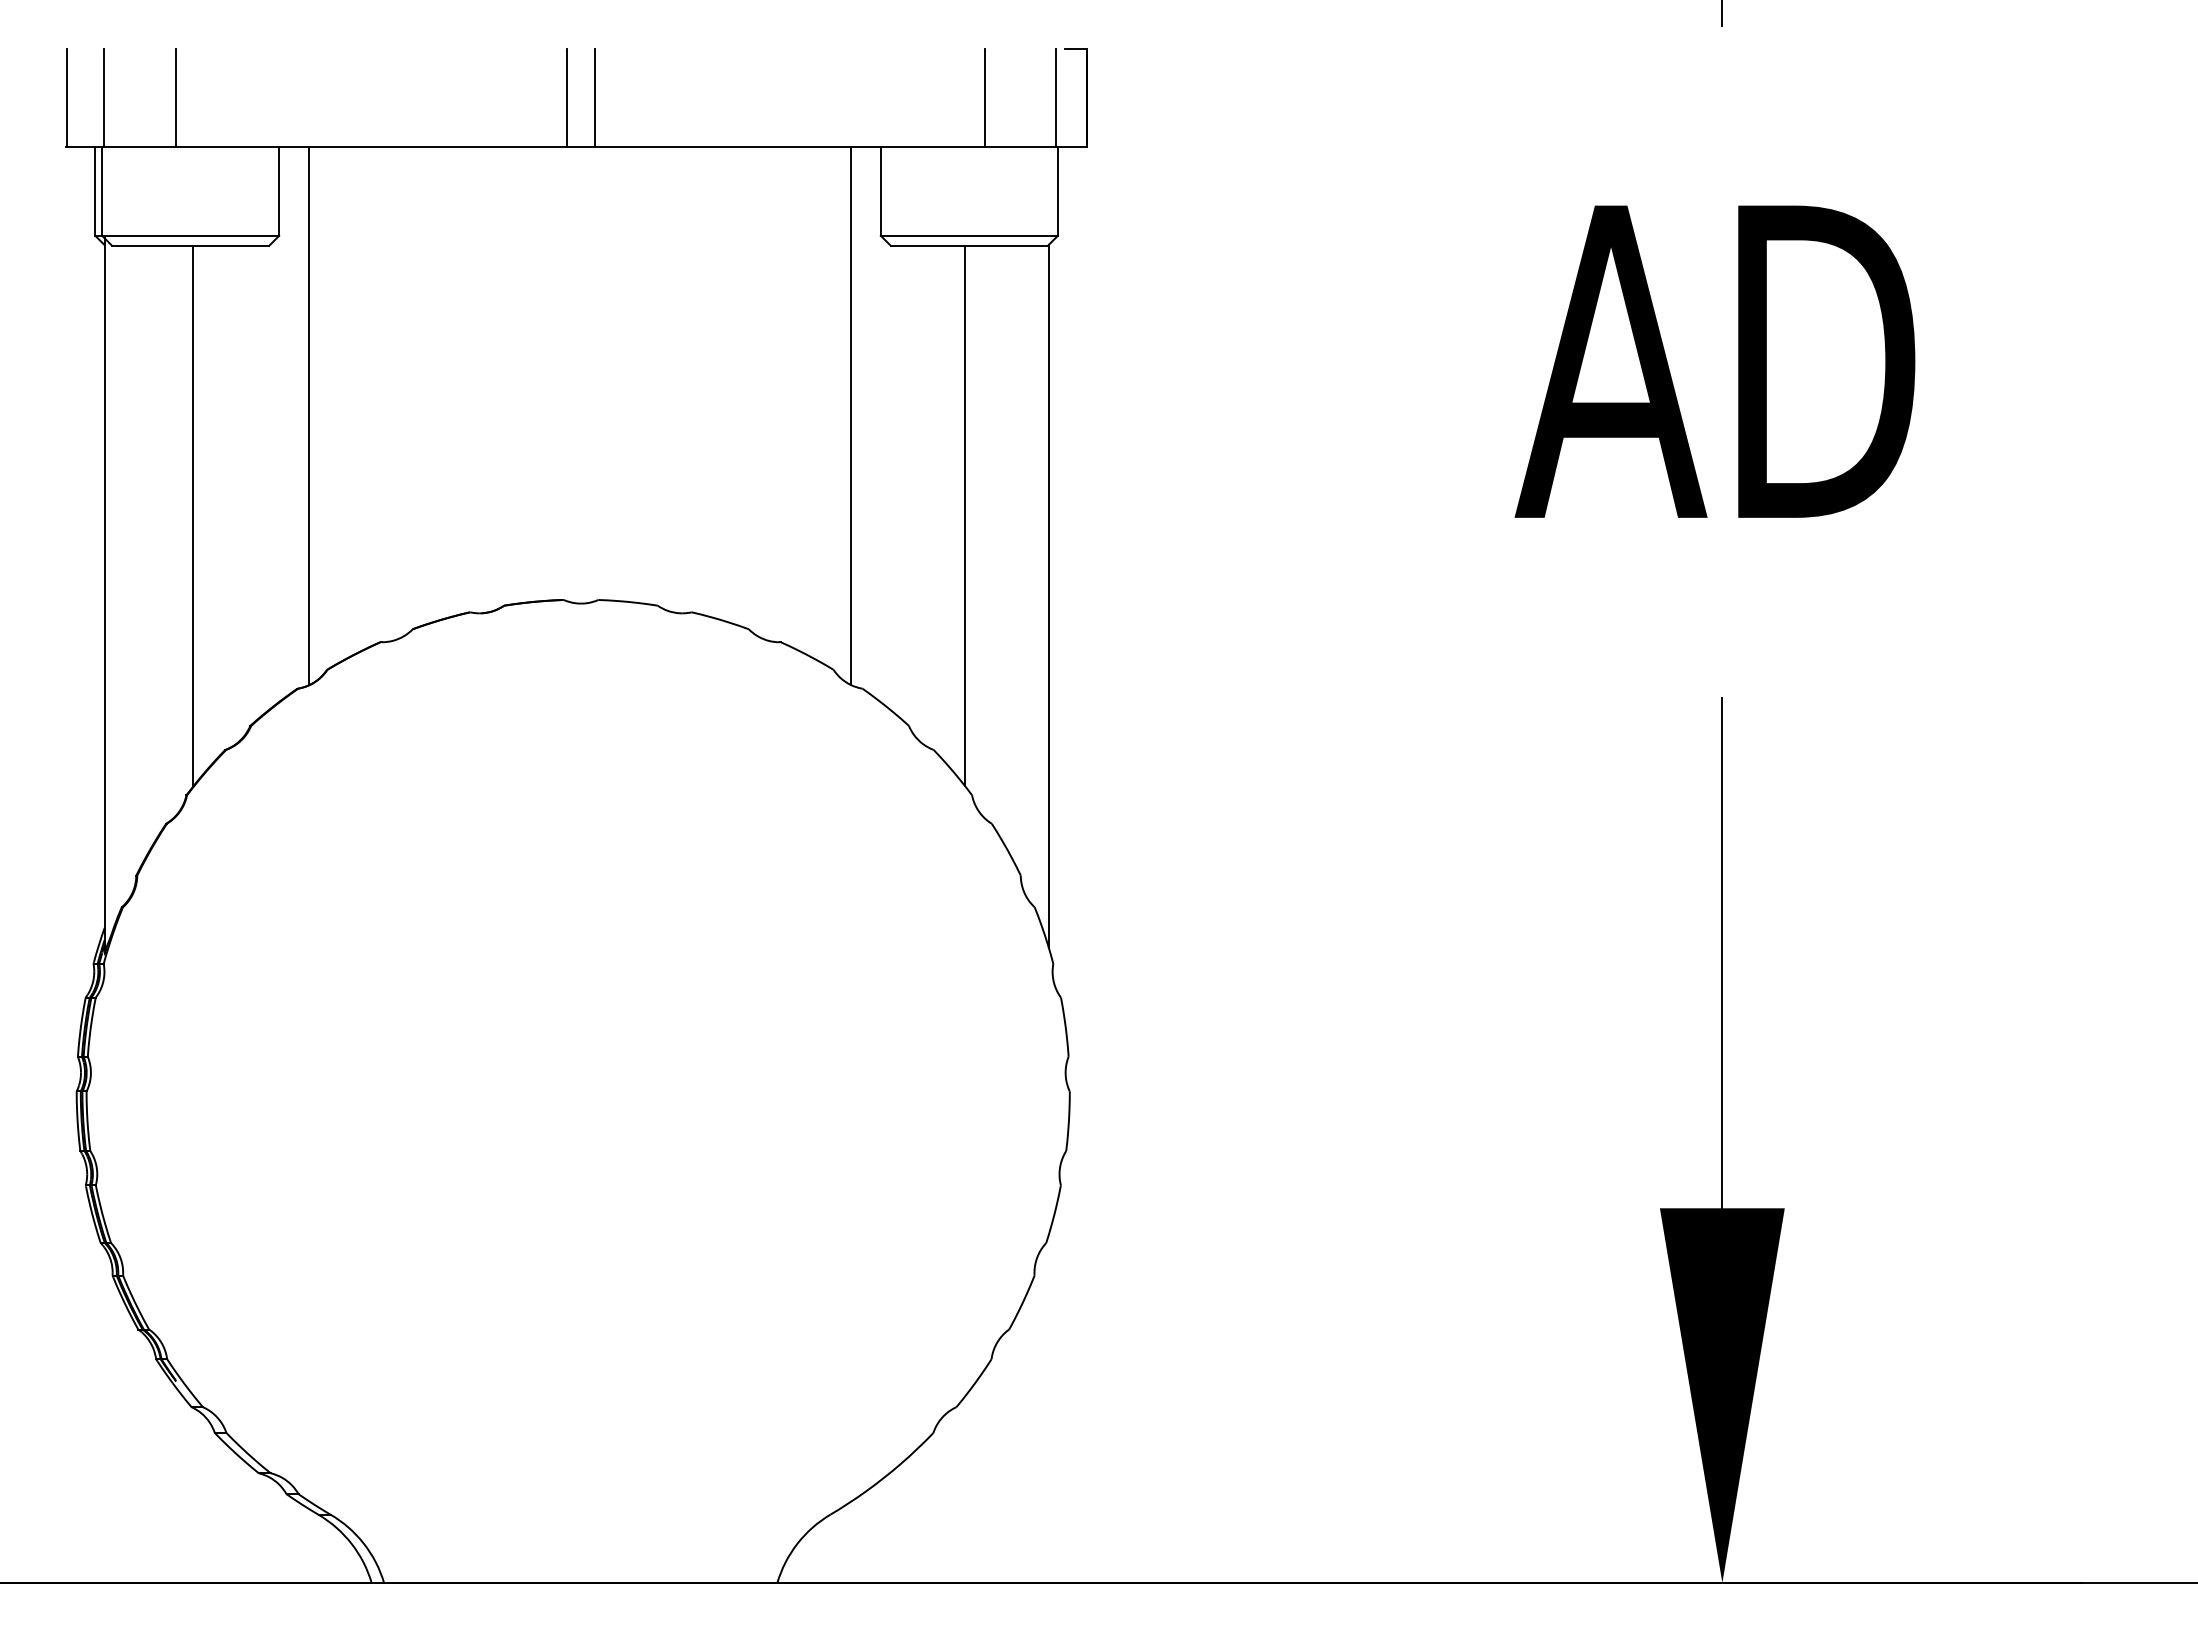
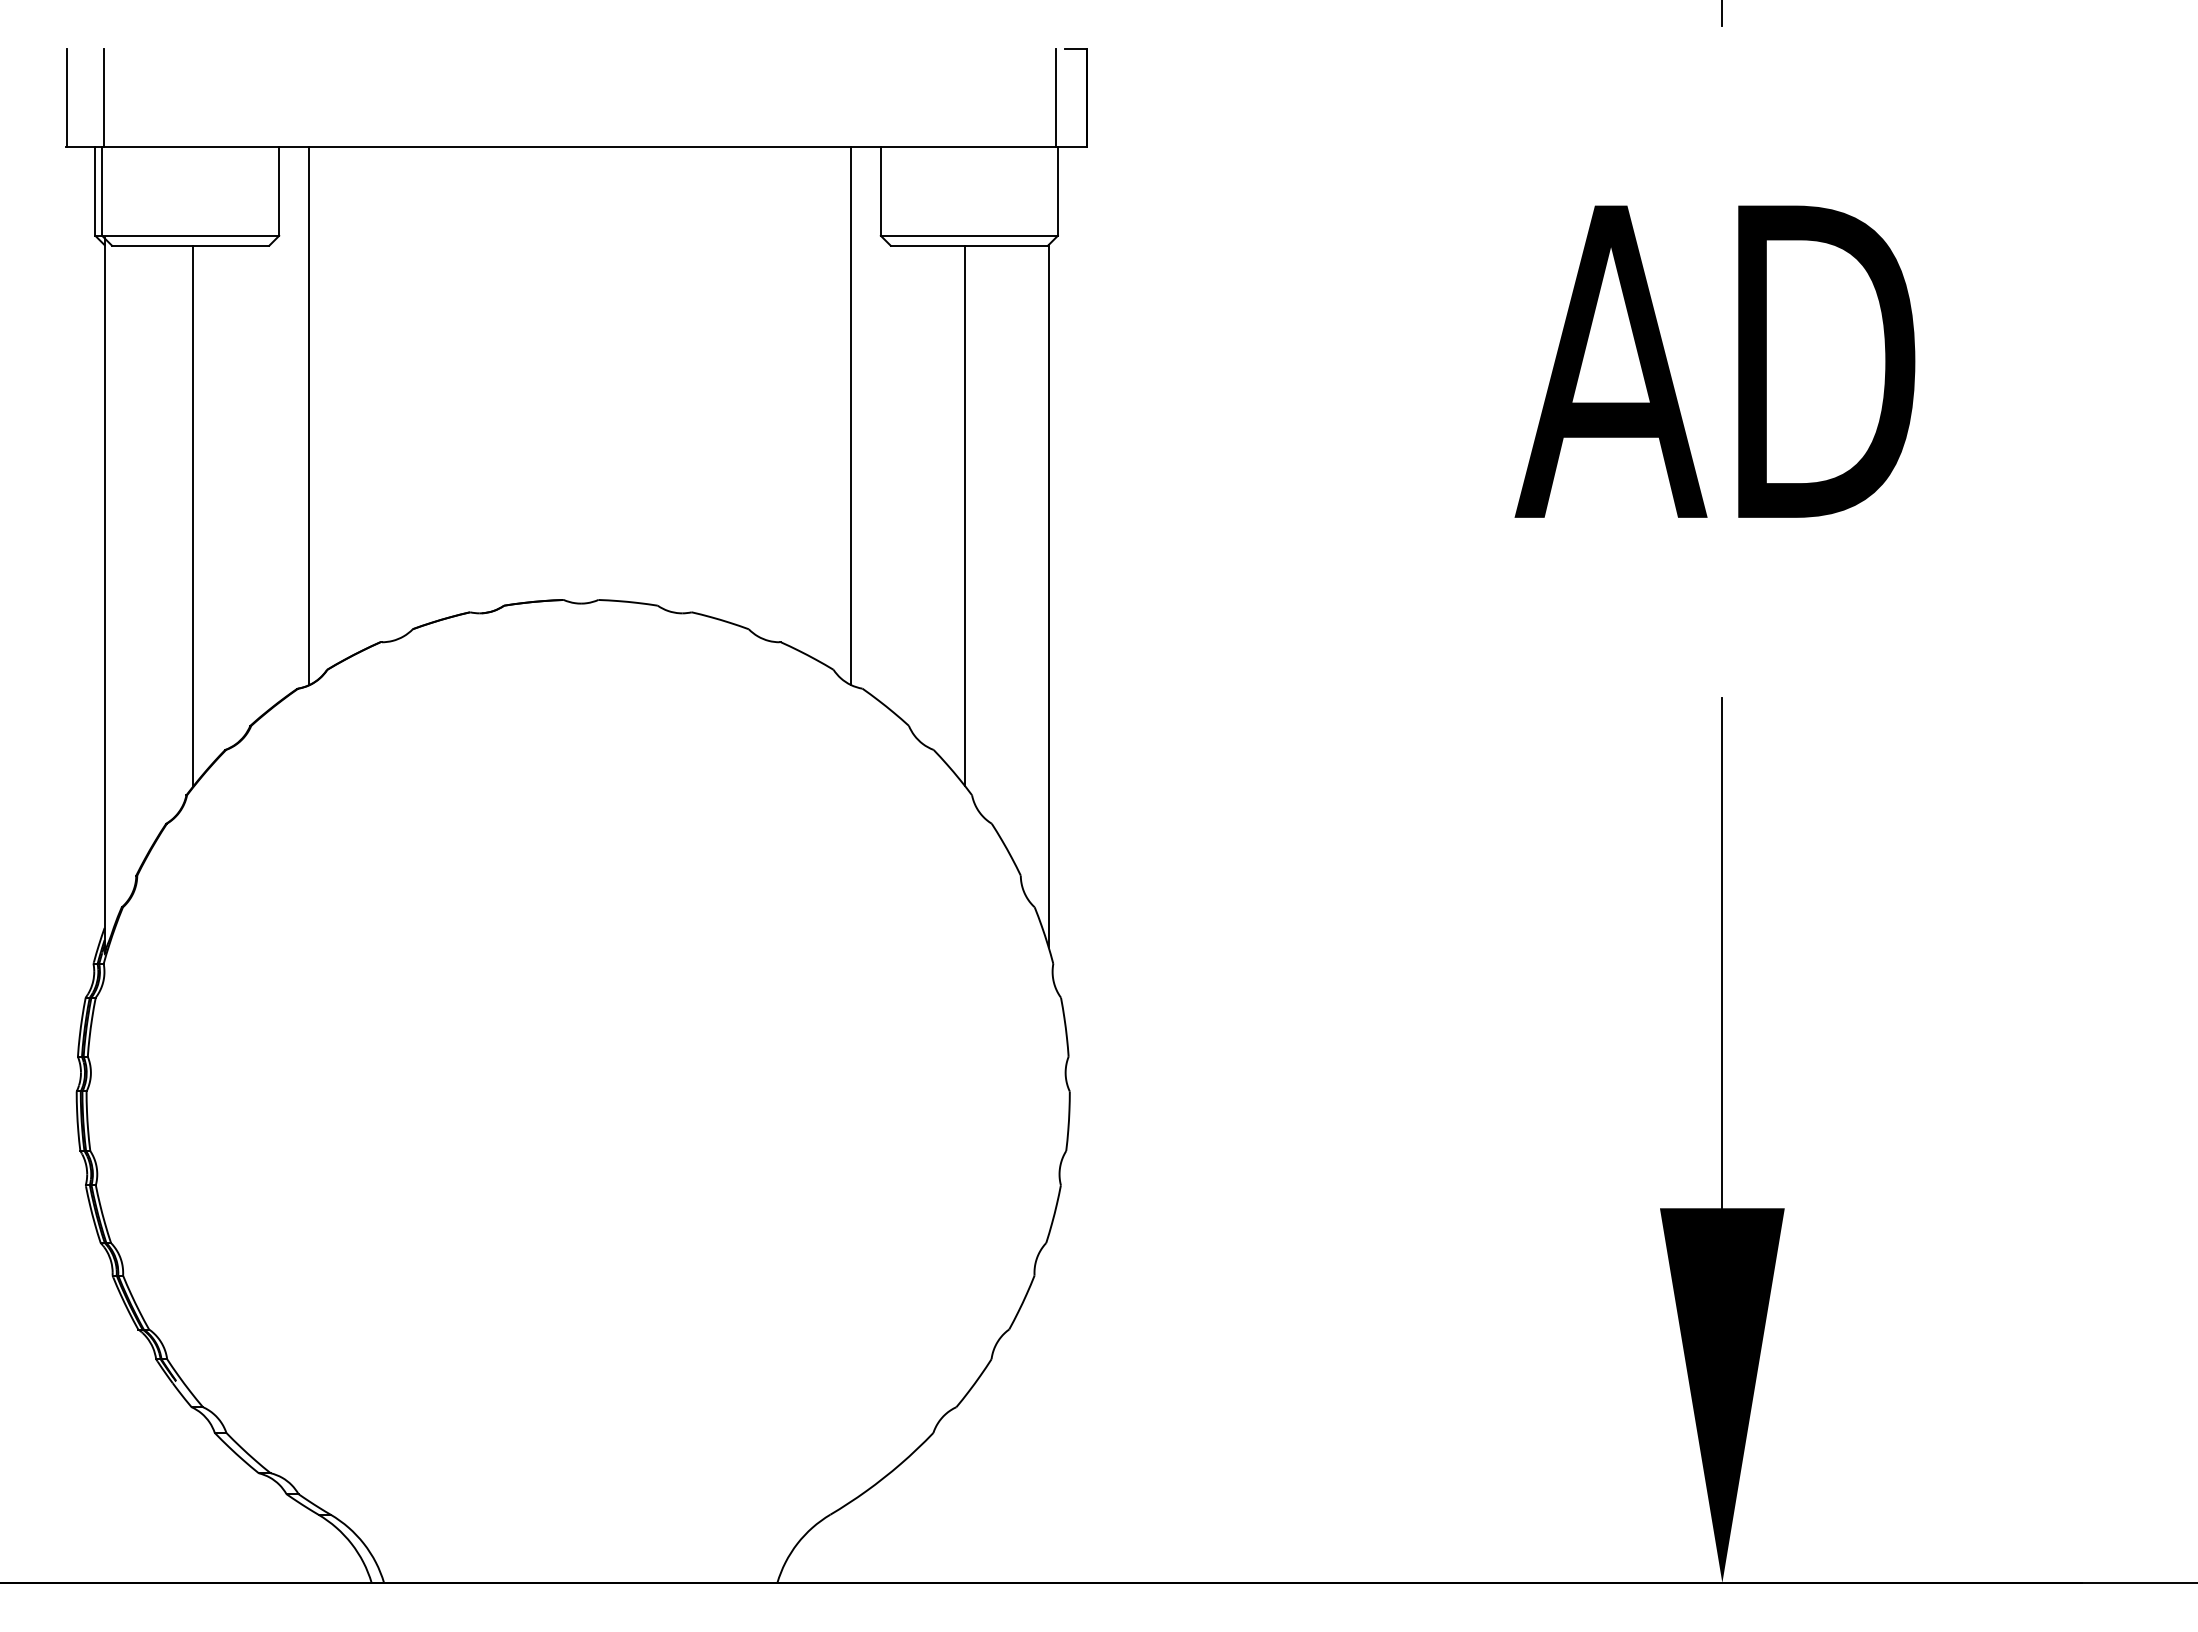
line at (176, 98): present -> none
line at (567, 98): present -> none
line at (594, 98): present -> none
line at (985, 98): present -> none
